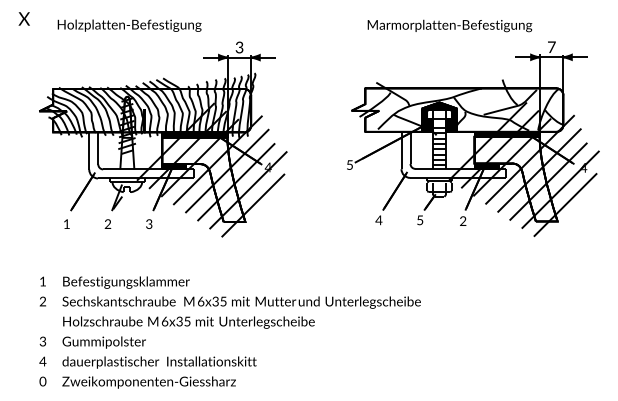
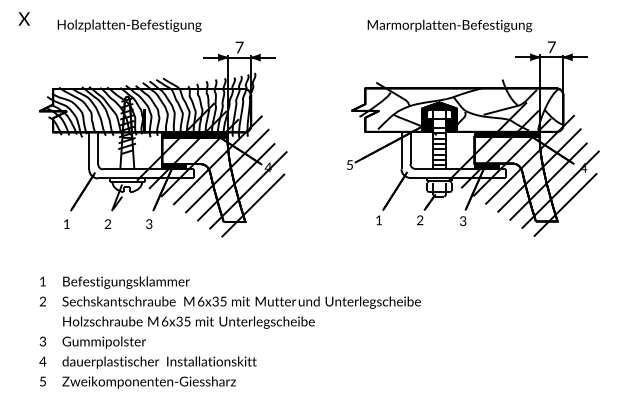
text at (239, 47): 3 -> 7
text at (378, 220): 4 -> 1
text at (420, 220): 5 -> 2
text at (463, 222): 2 -> 3
text at (42, 381): 0 -> 5
